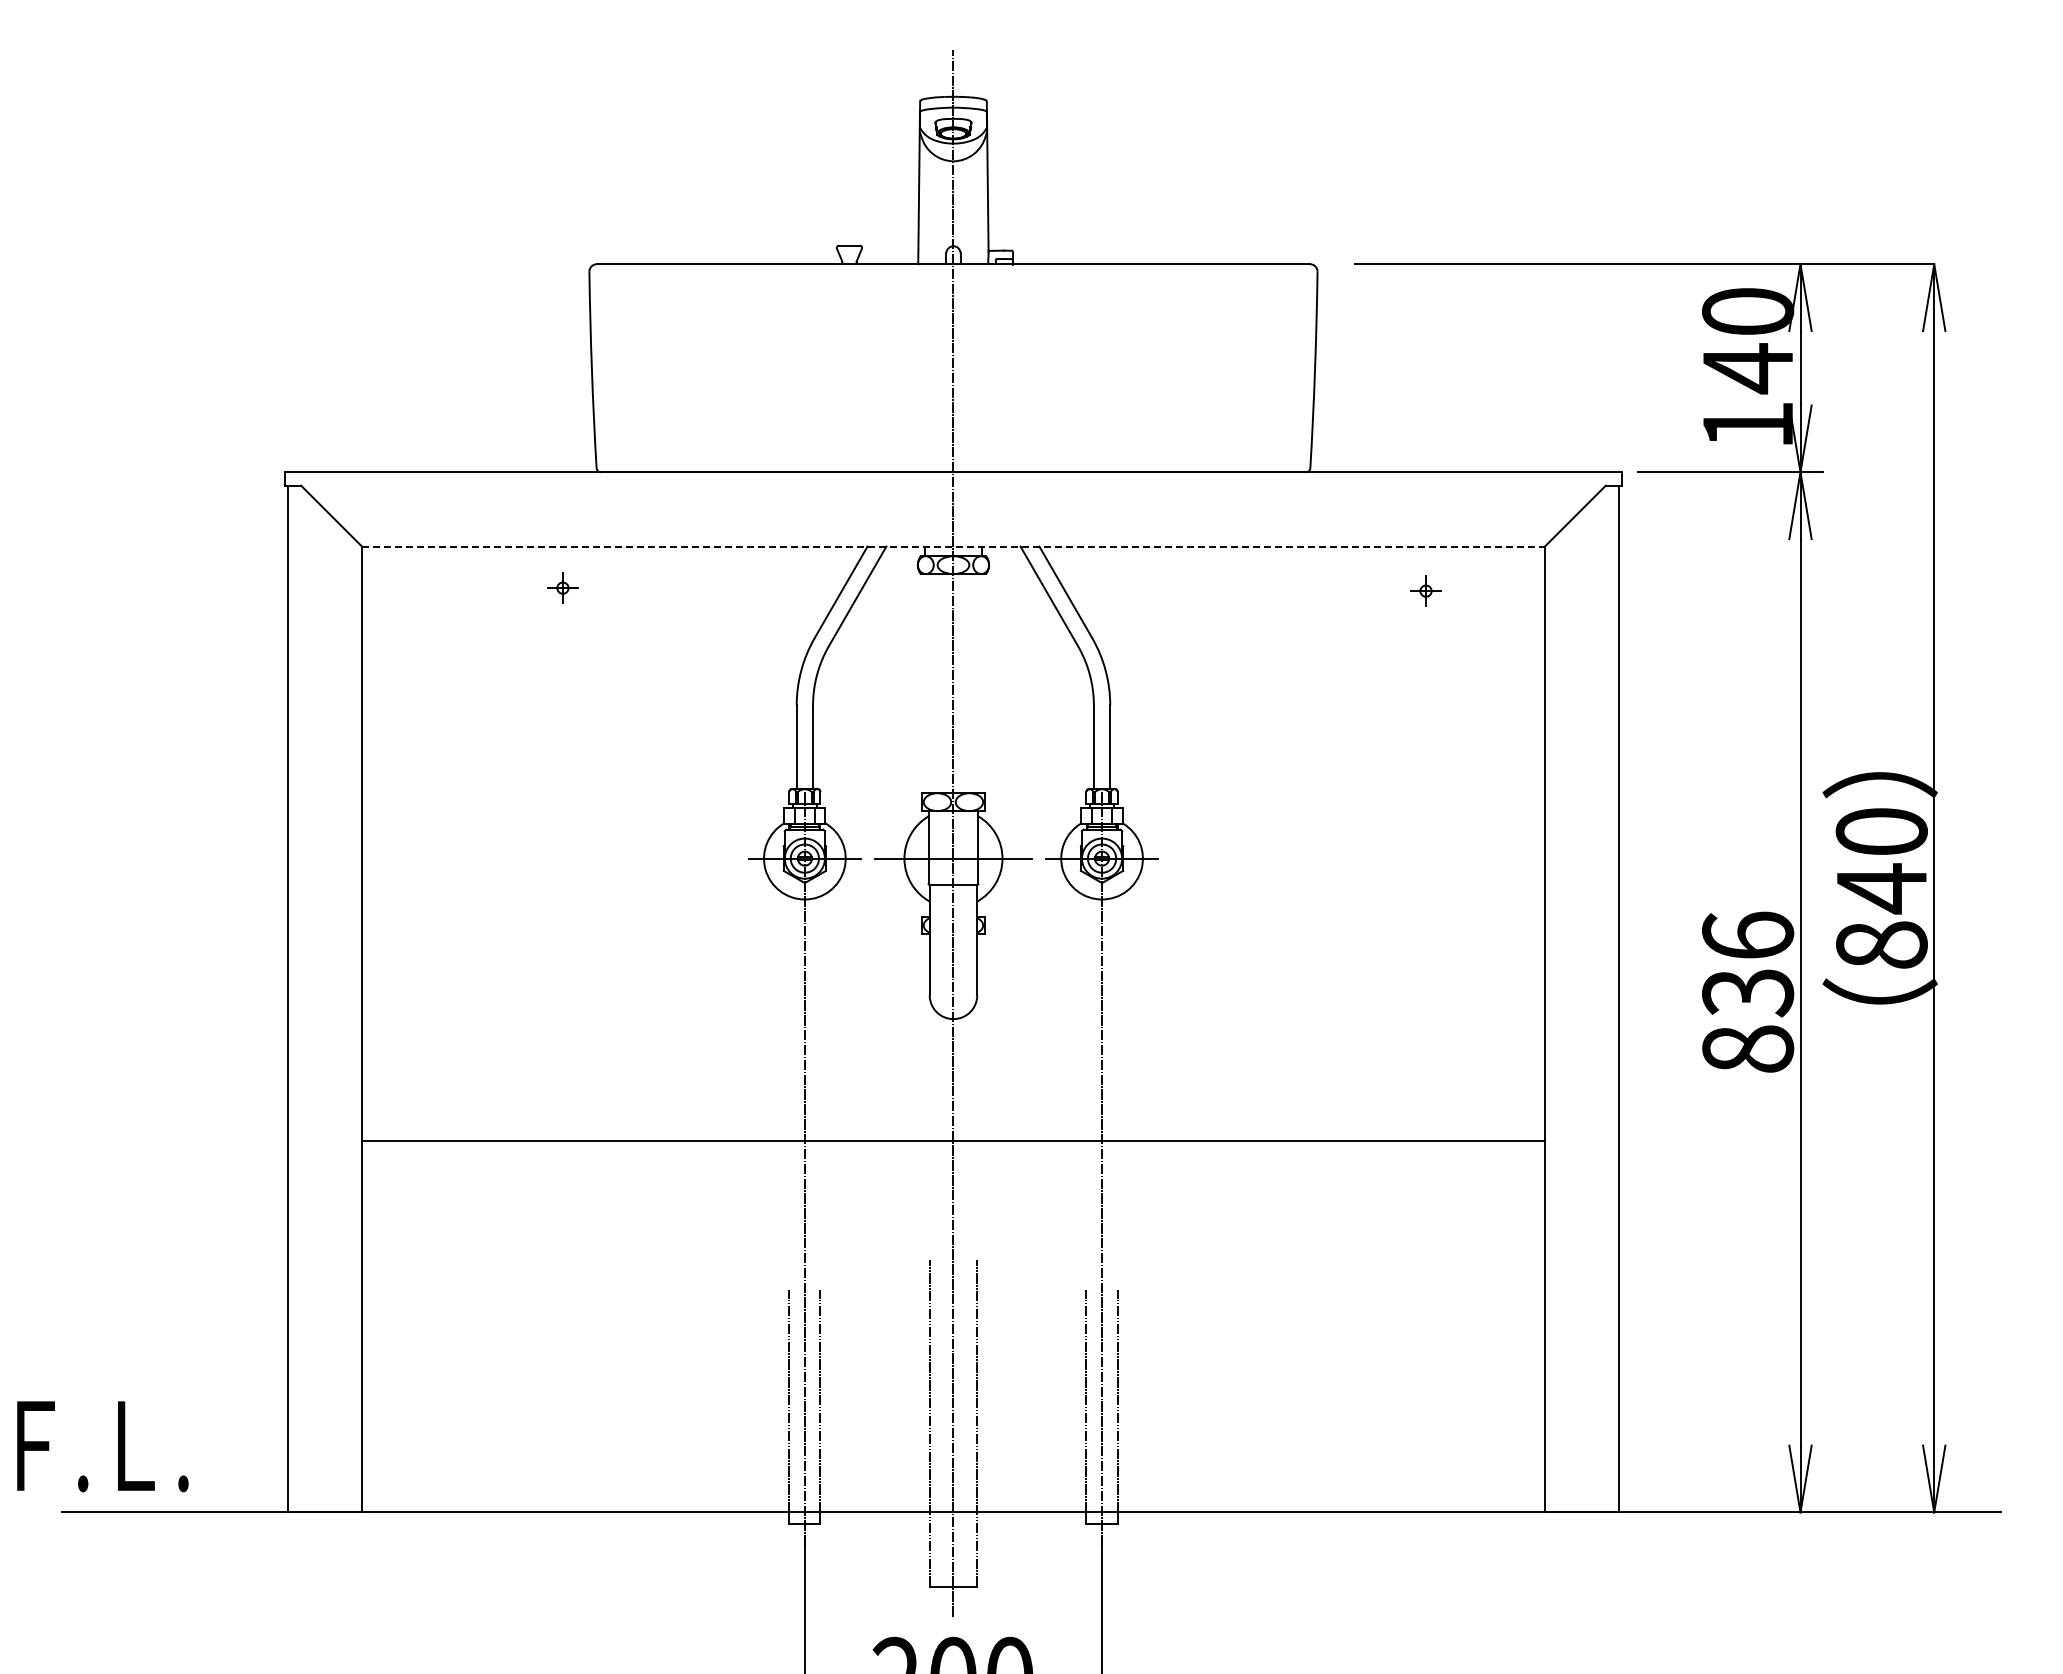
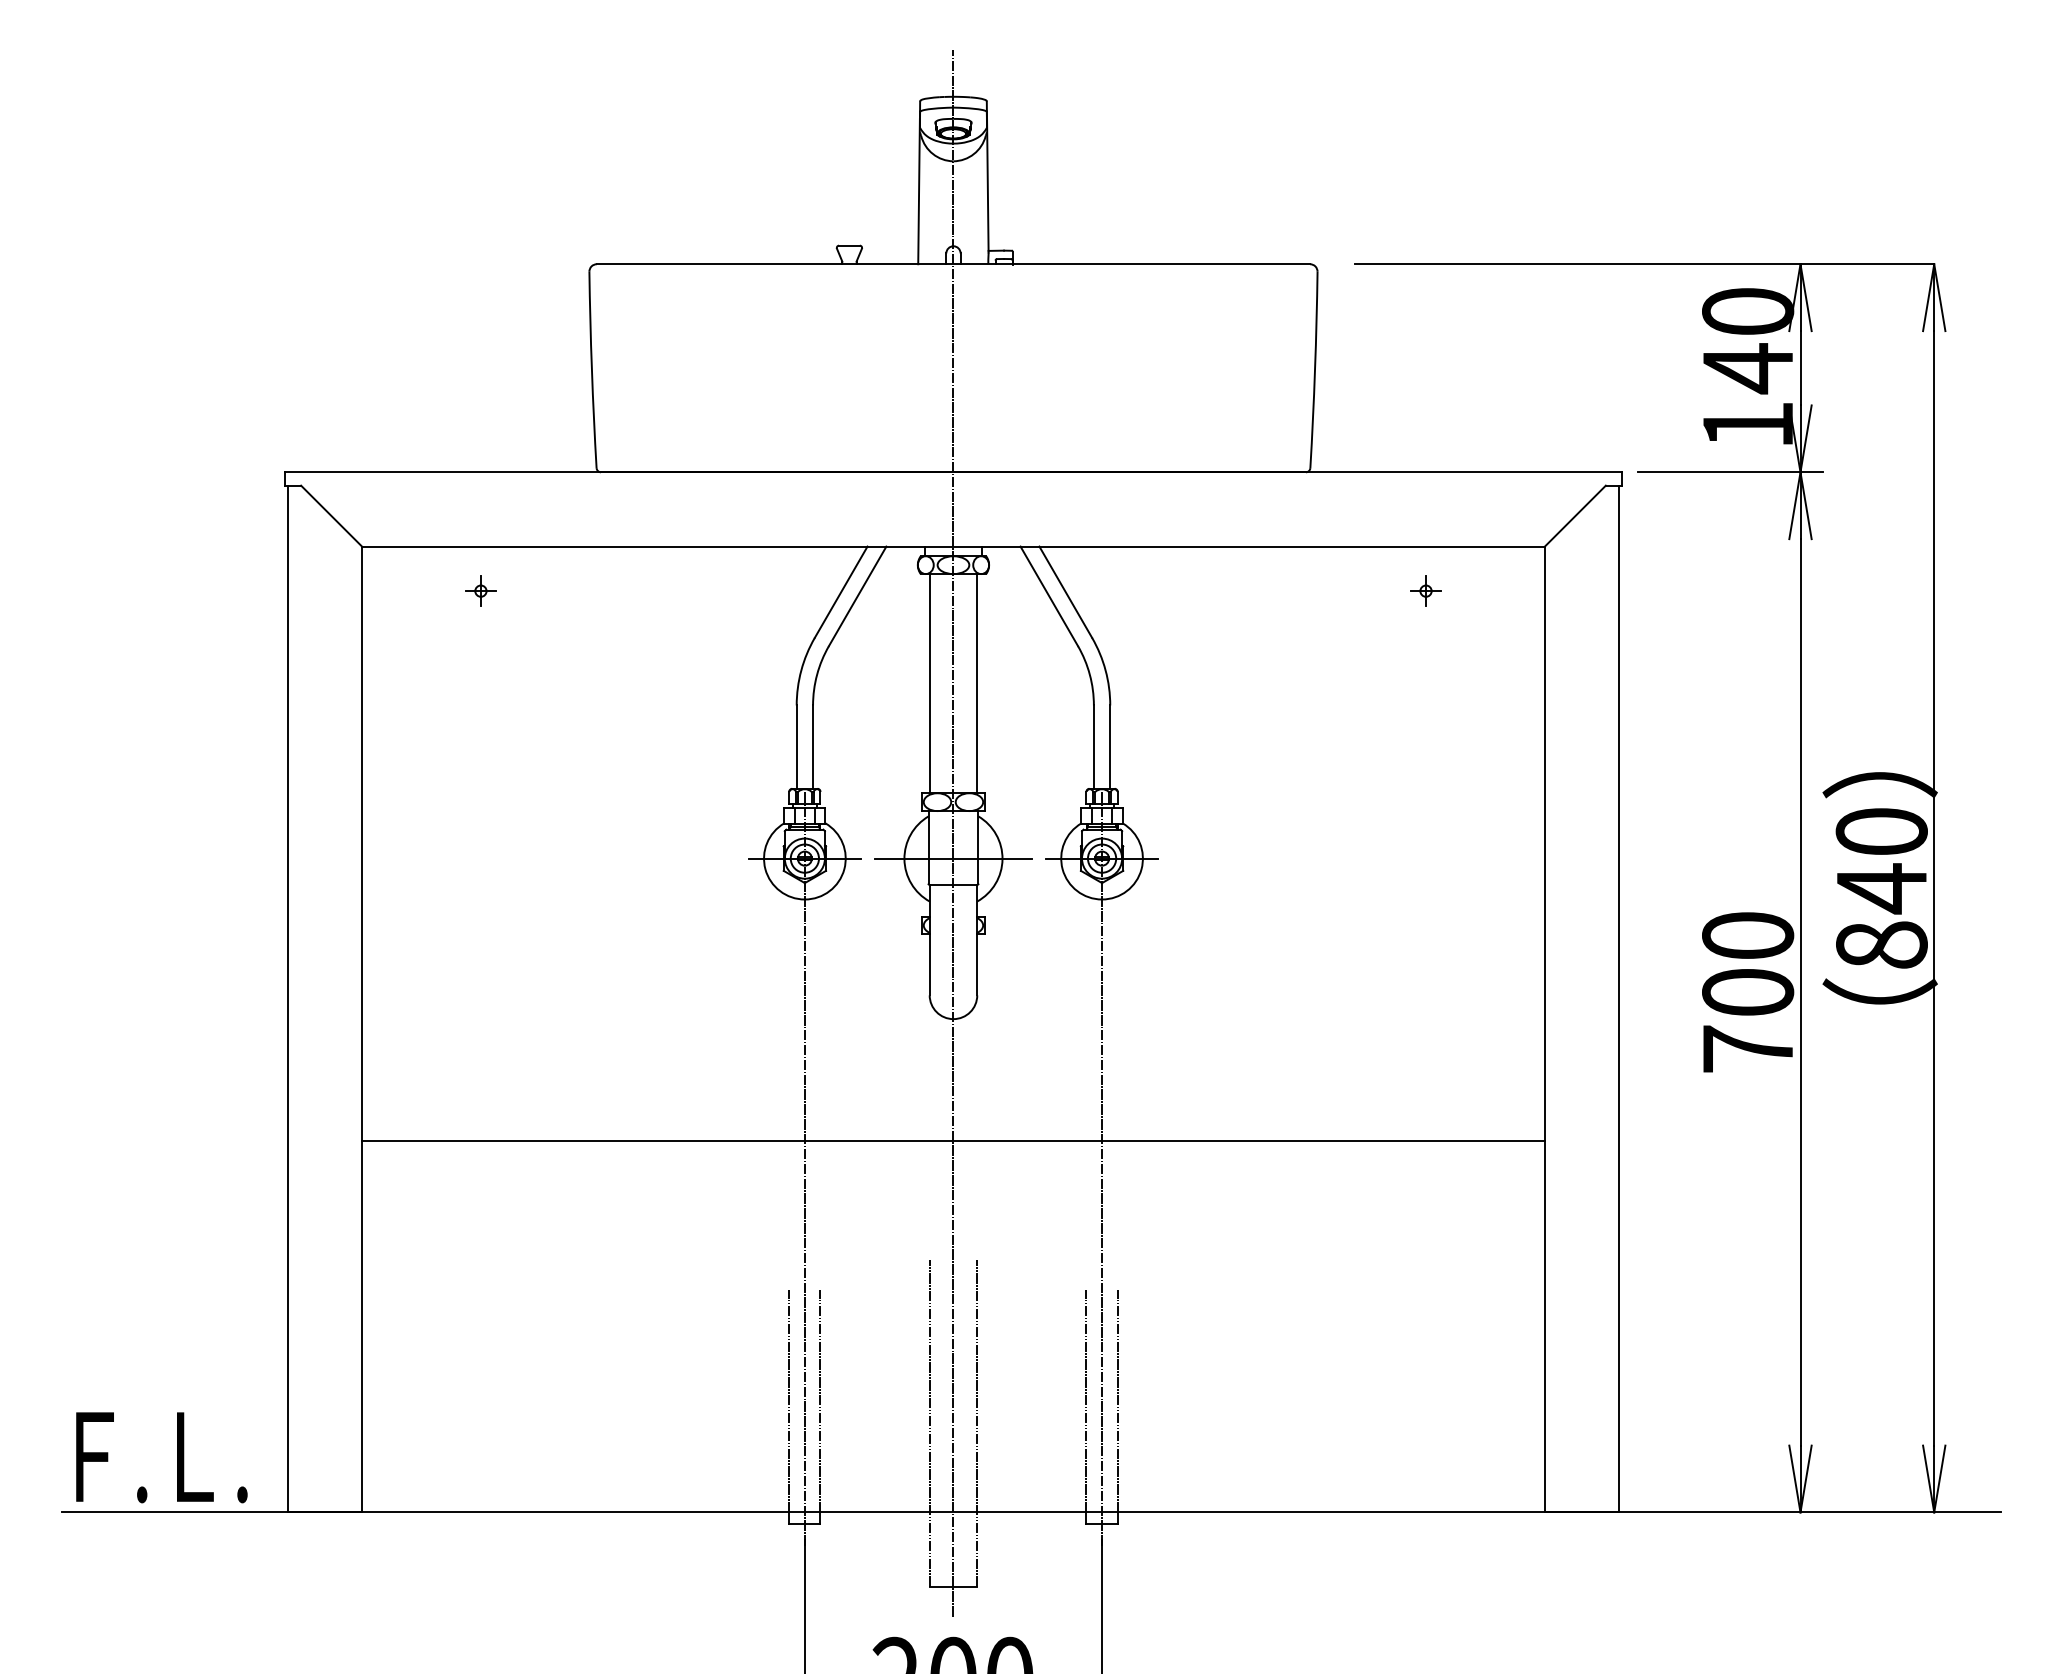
line at (953, 546): dashed -> solid
part at (562, 587) position: (562, 587) -> (480, 590)
line at (929, 683): none -> present
line at (977, 683): none -> present
text at (1748, 991): 836 -> 700
text at (102, 1446) position: (102, 1446) -> (161, 1457)
